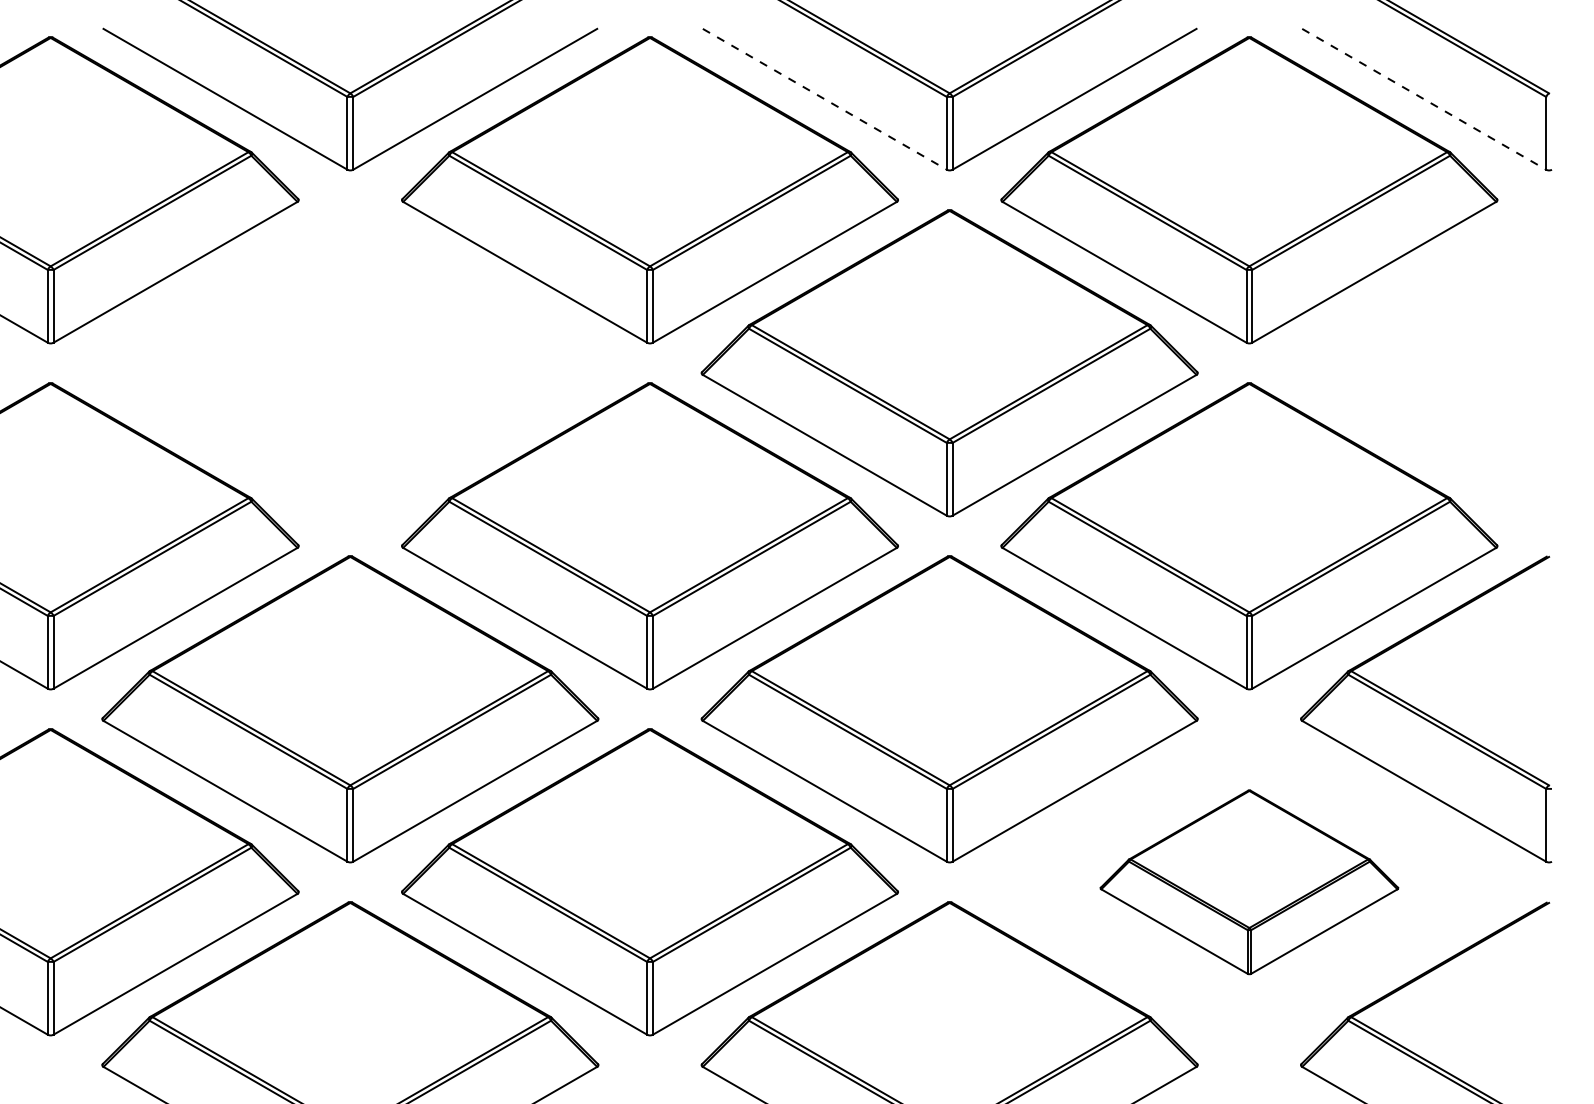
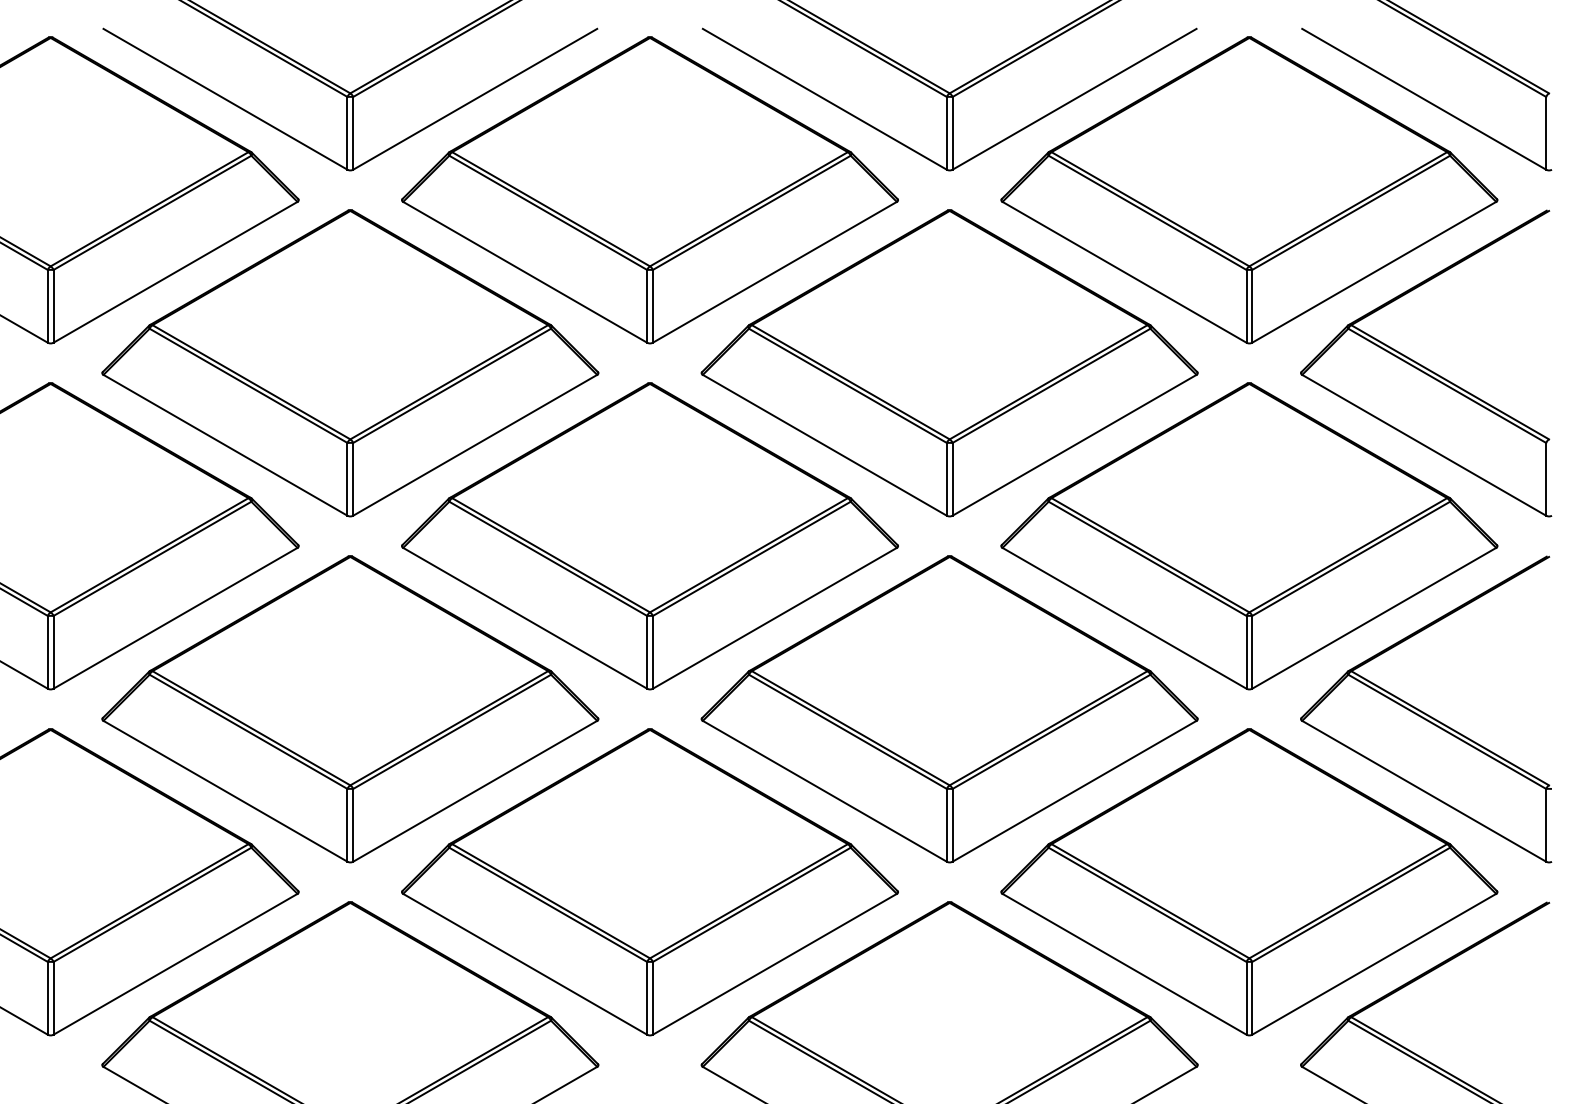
line at (824, 99): dashed -> solid
line at (1424, 99): dashed -> solid
part at (350, 363): none -> present
part at (1426, 363): none -> present
part at (1249, 882) size: 301x187 px -> 499x309 px
